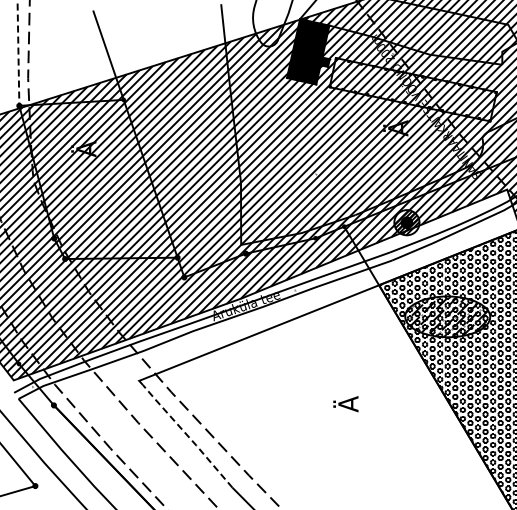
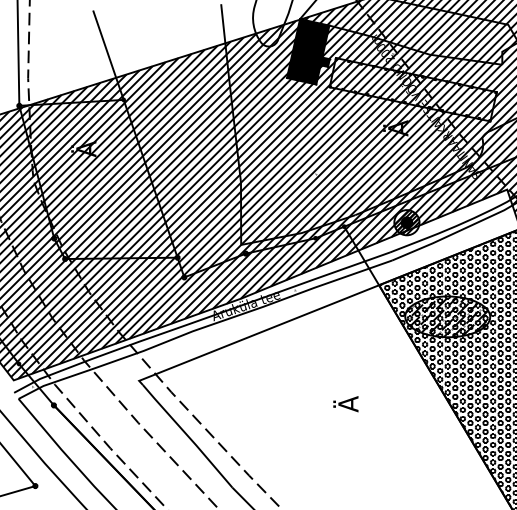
line at (18, 53): dashed -> solid
line at (187, 435): dashed -> solid
